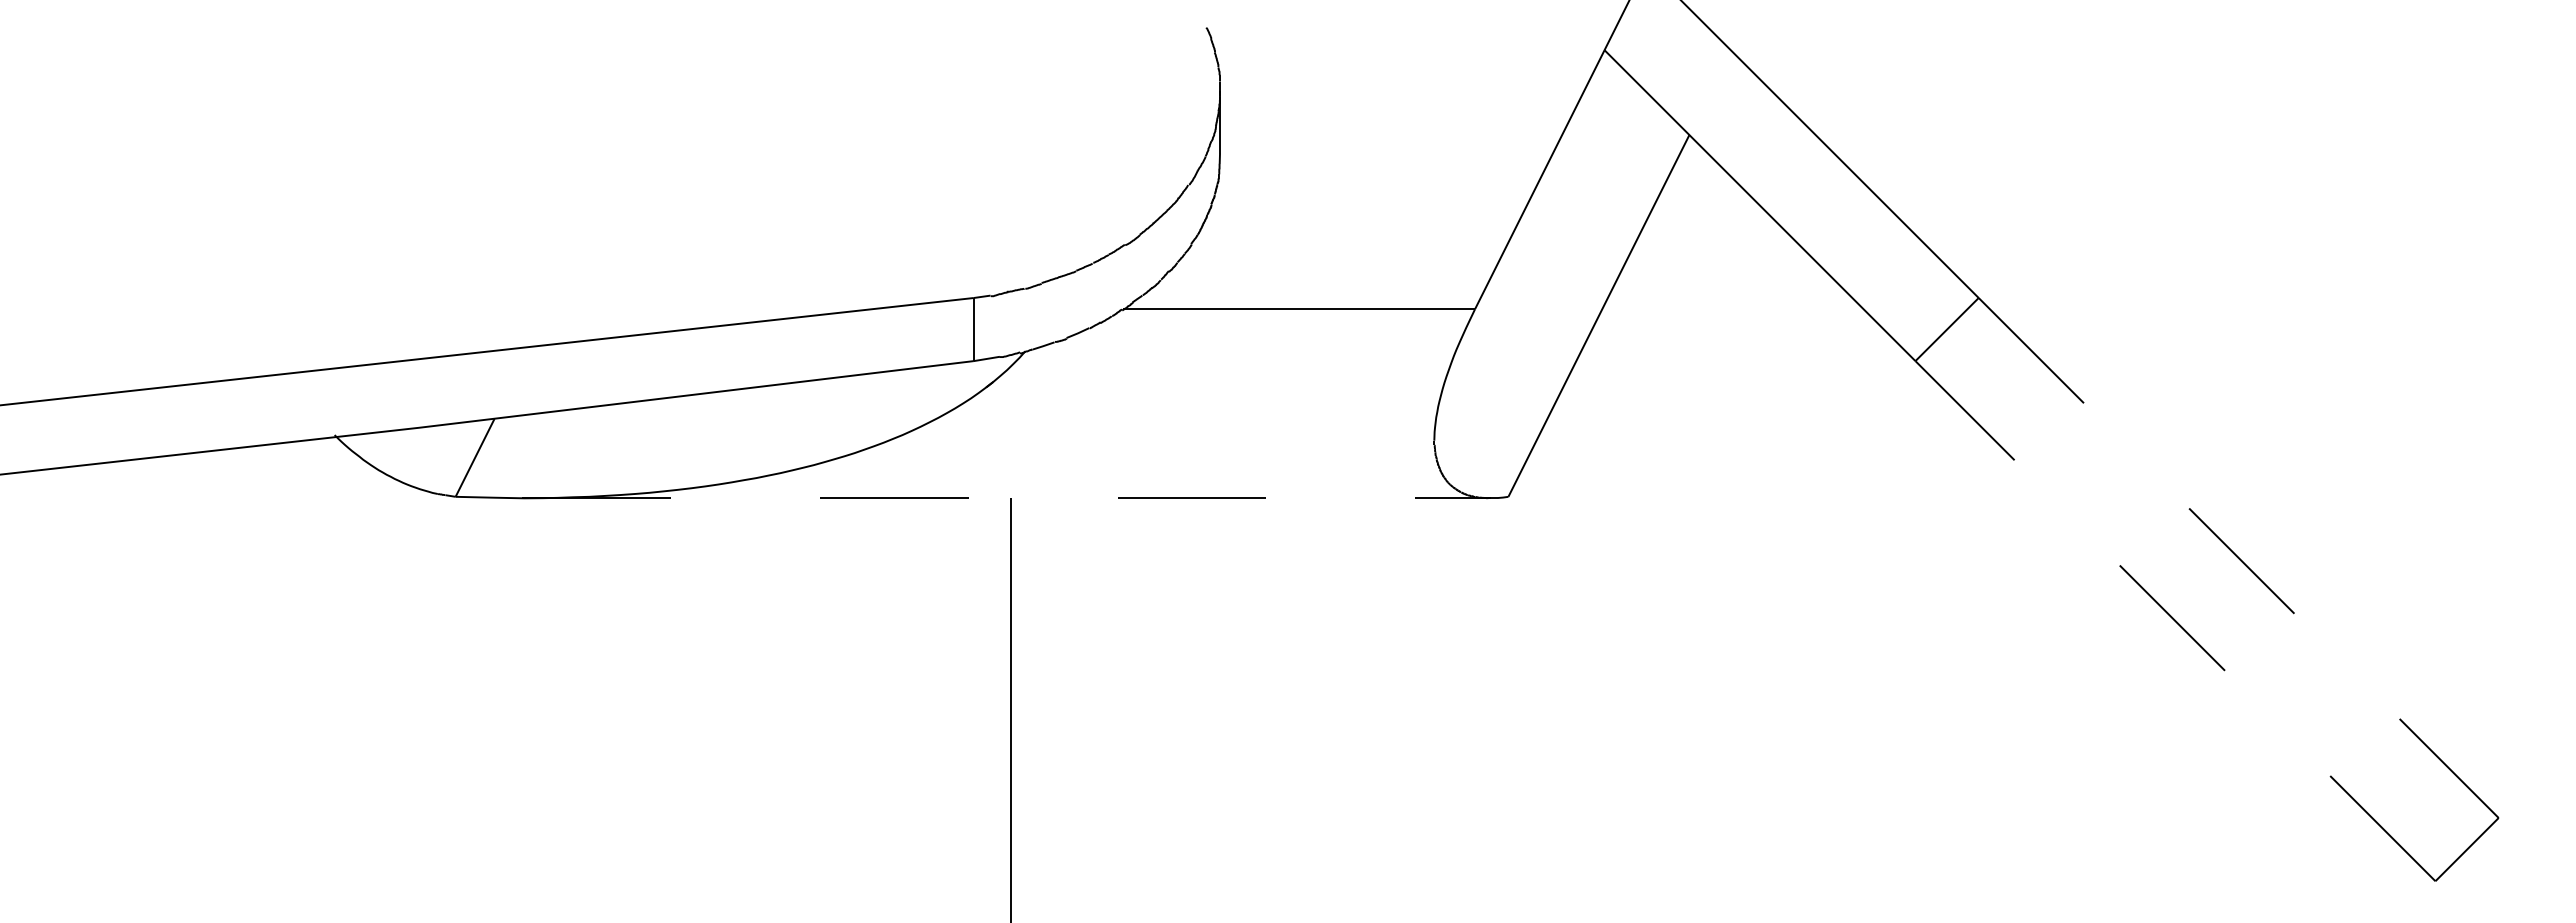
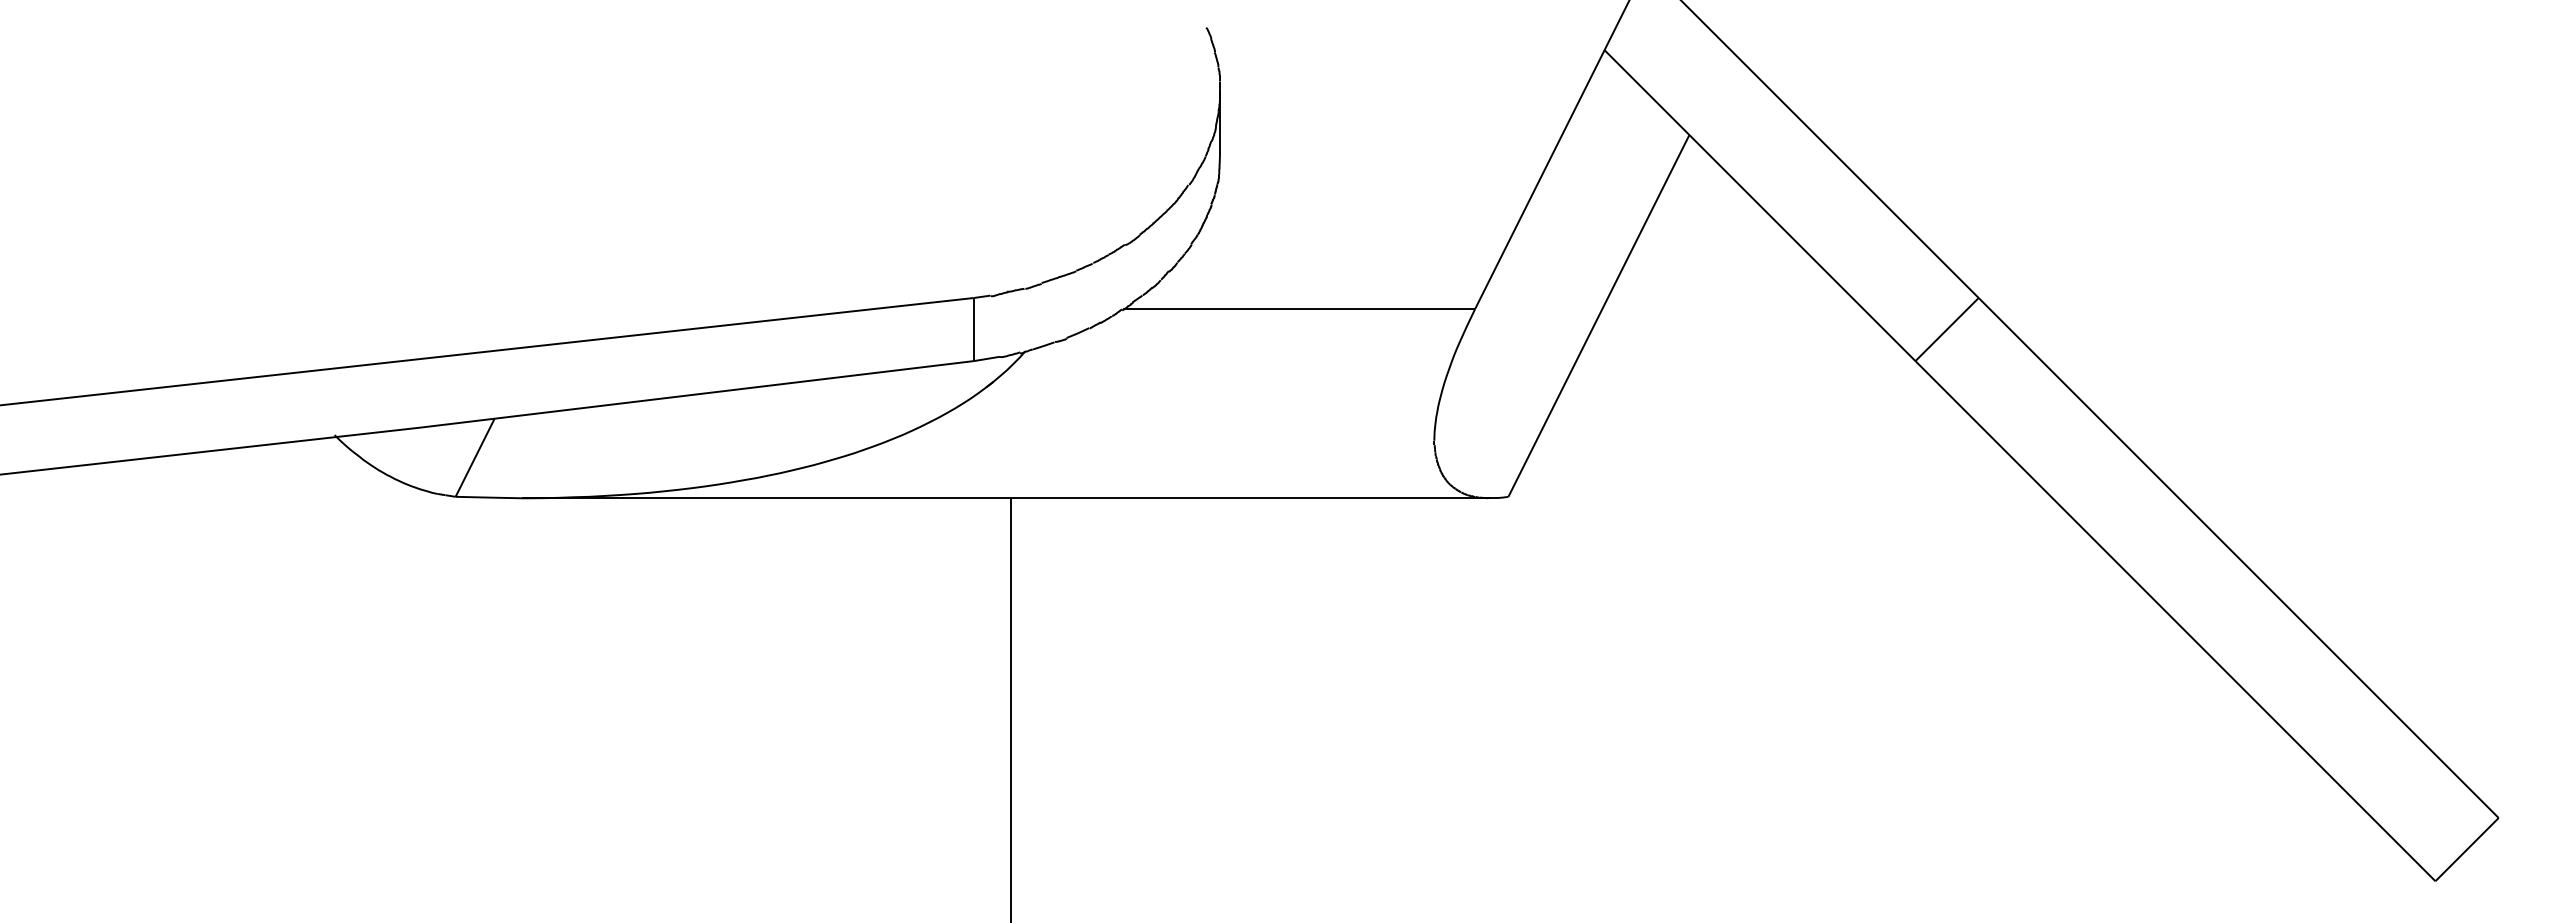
line at (1007, 498): dashed -> solid
line at (2238, 558): dashed -> solid
line at (2175, 621): dashed -> solid
